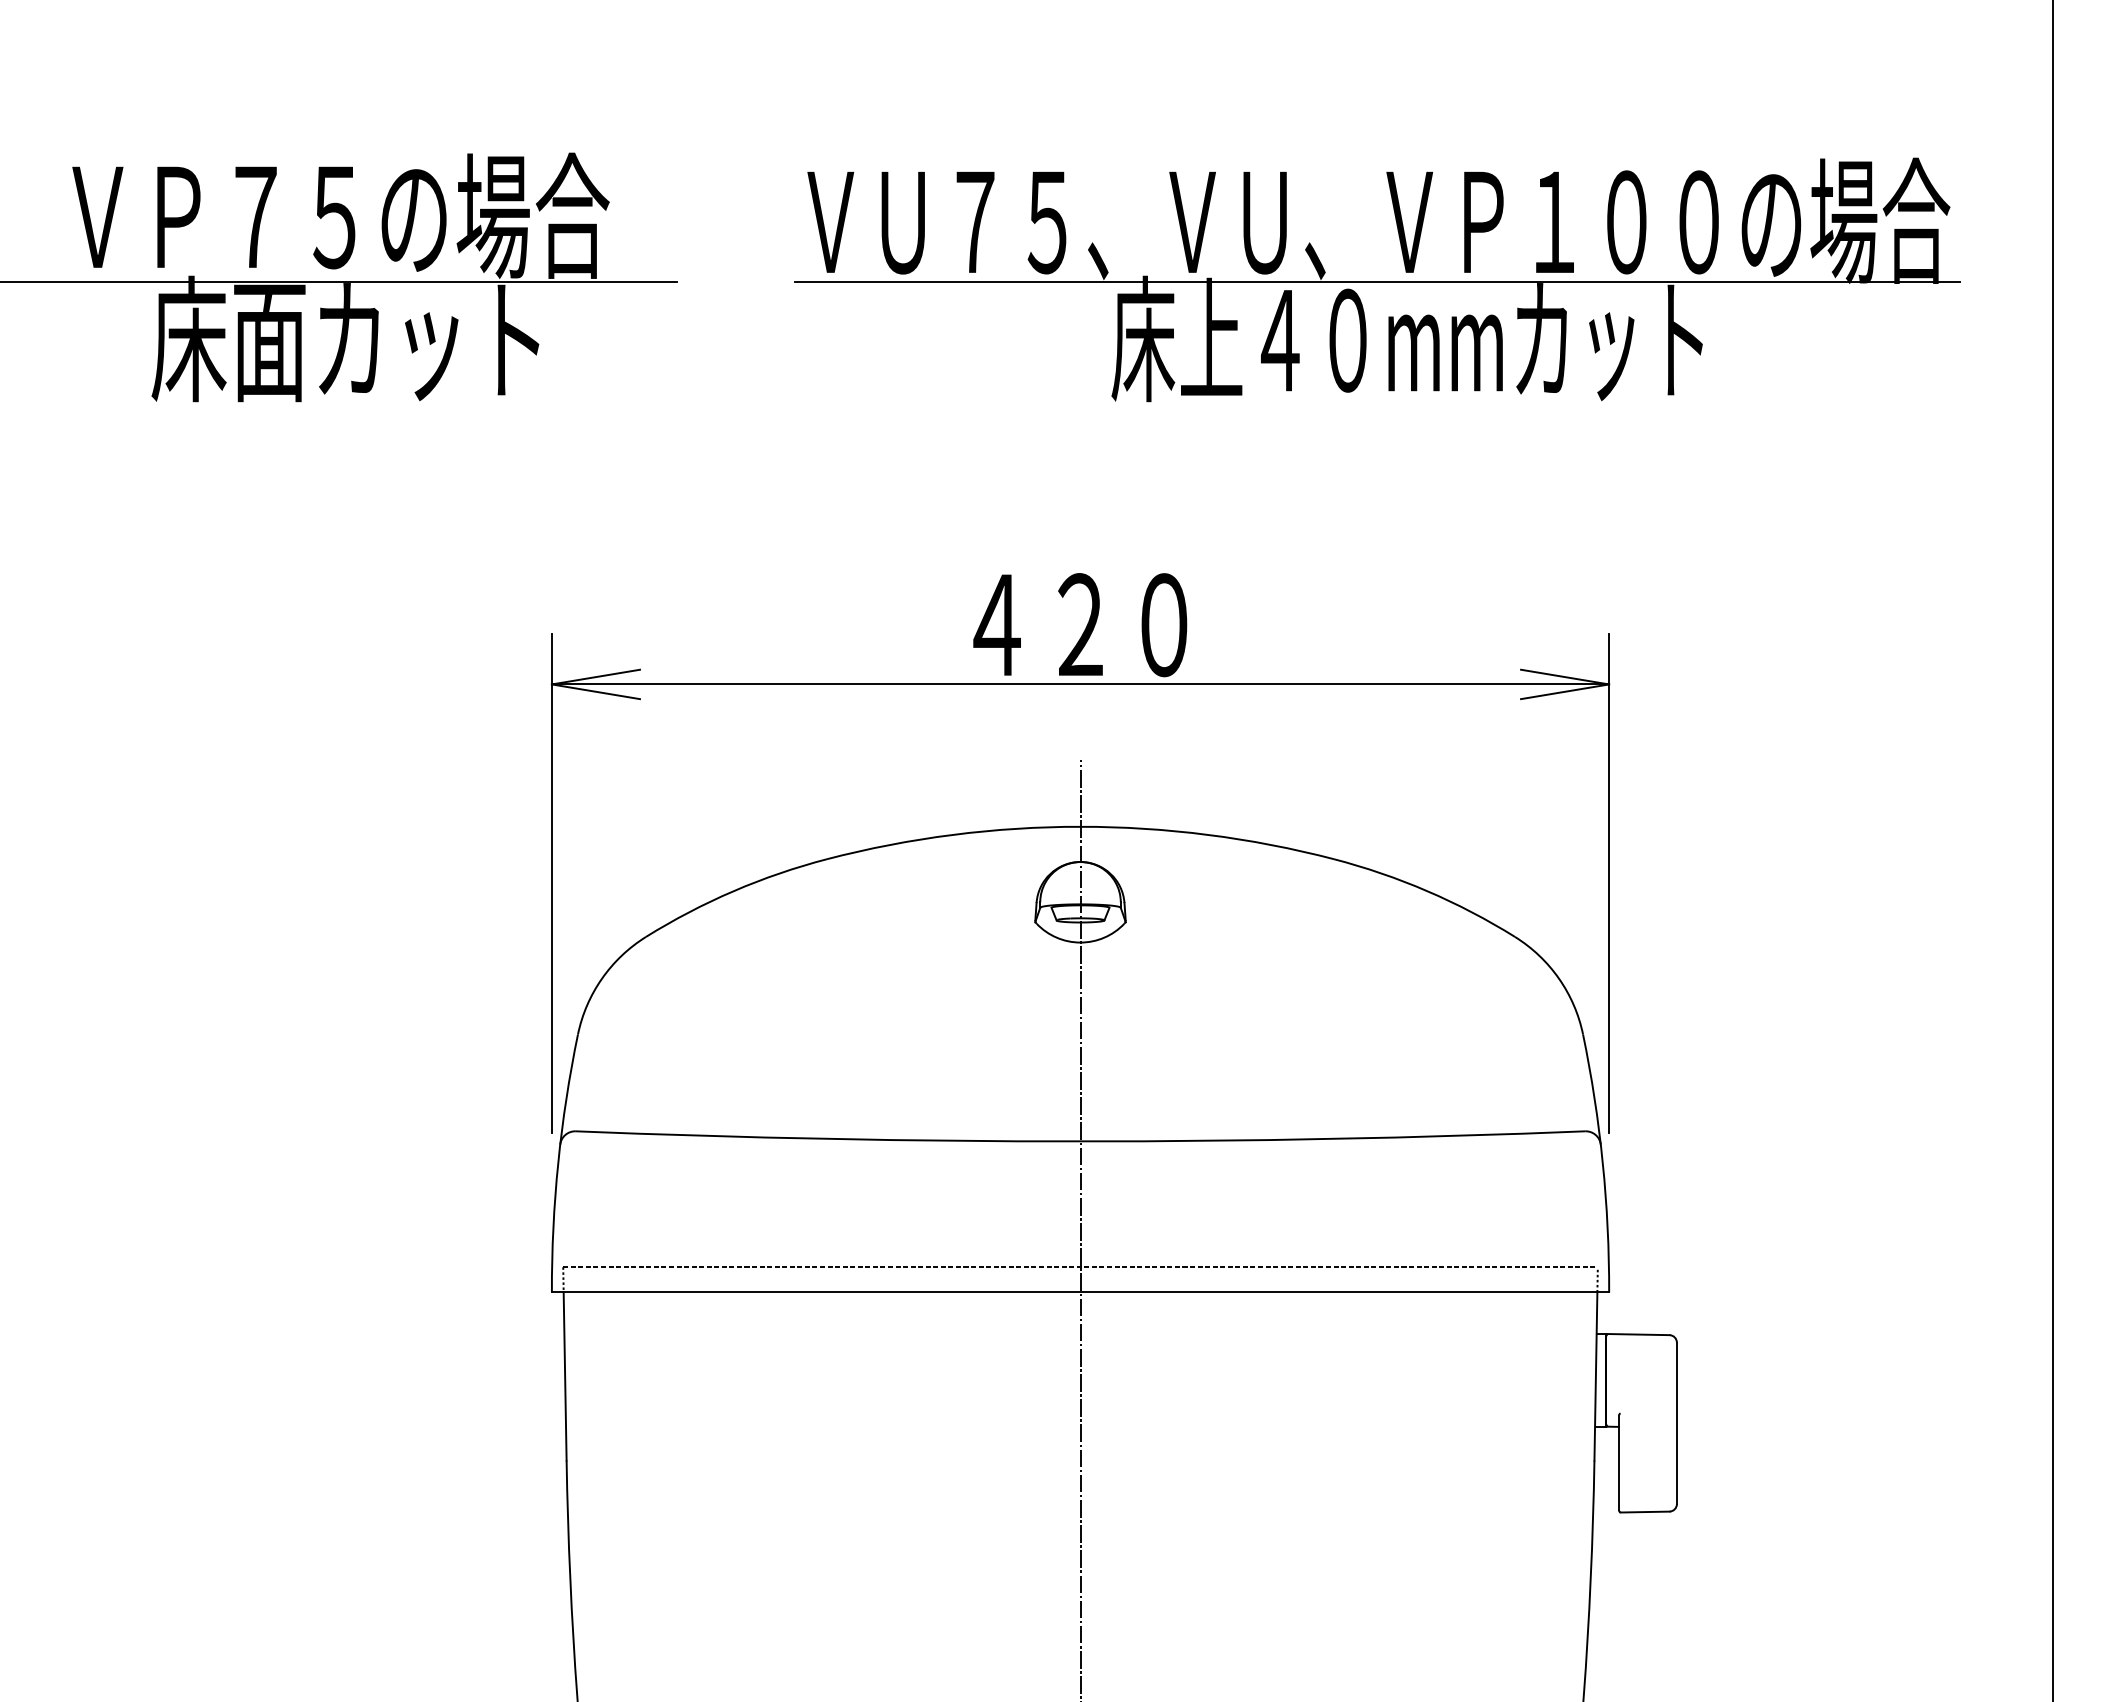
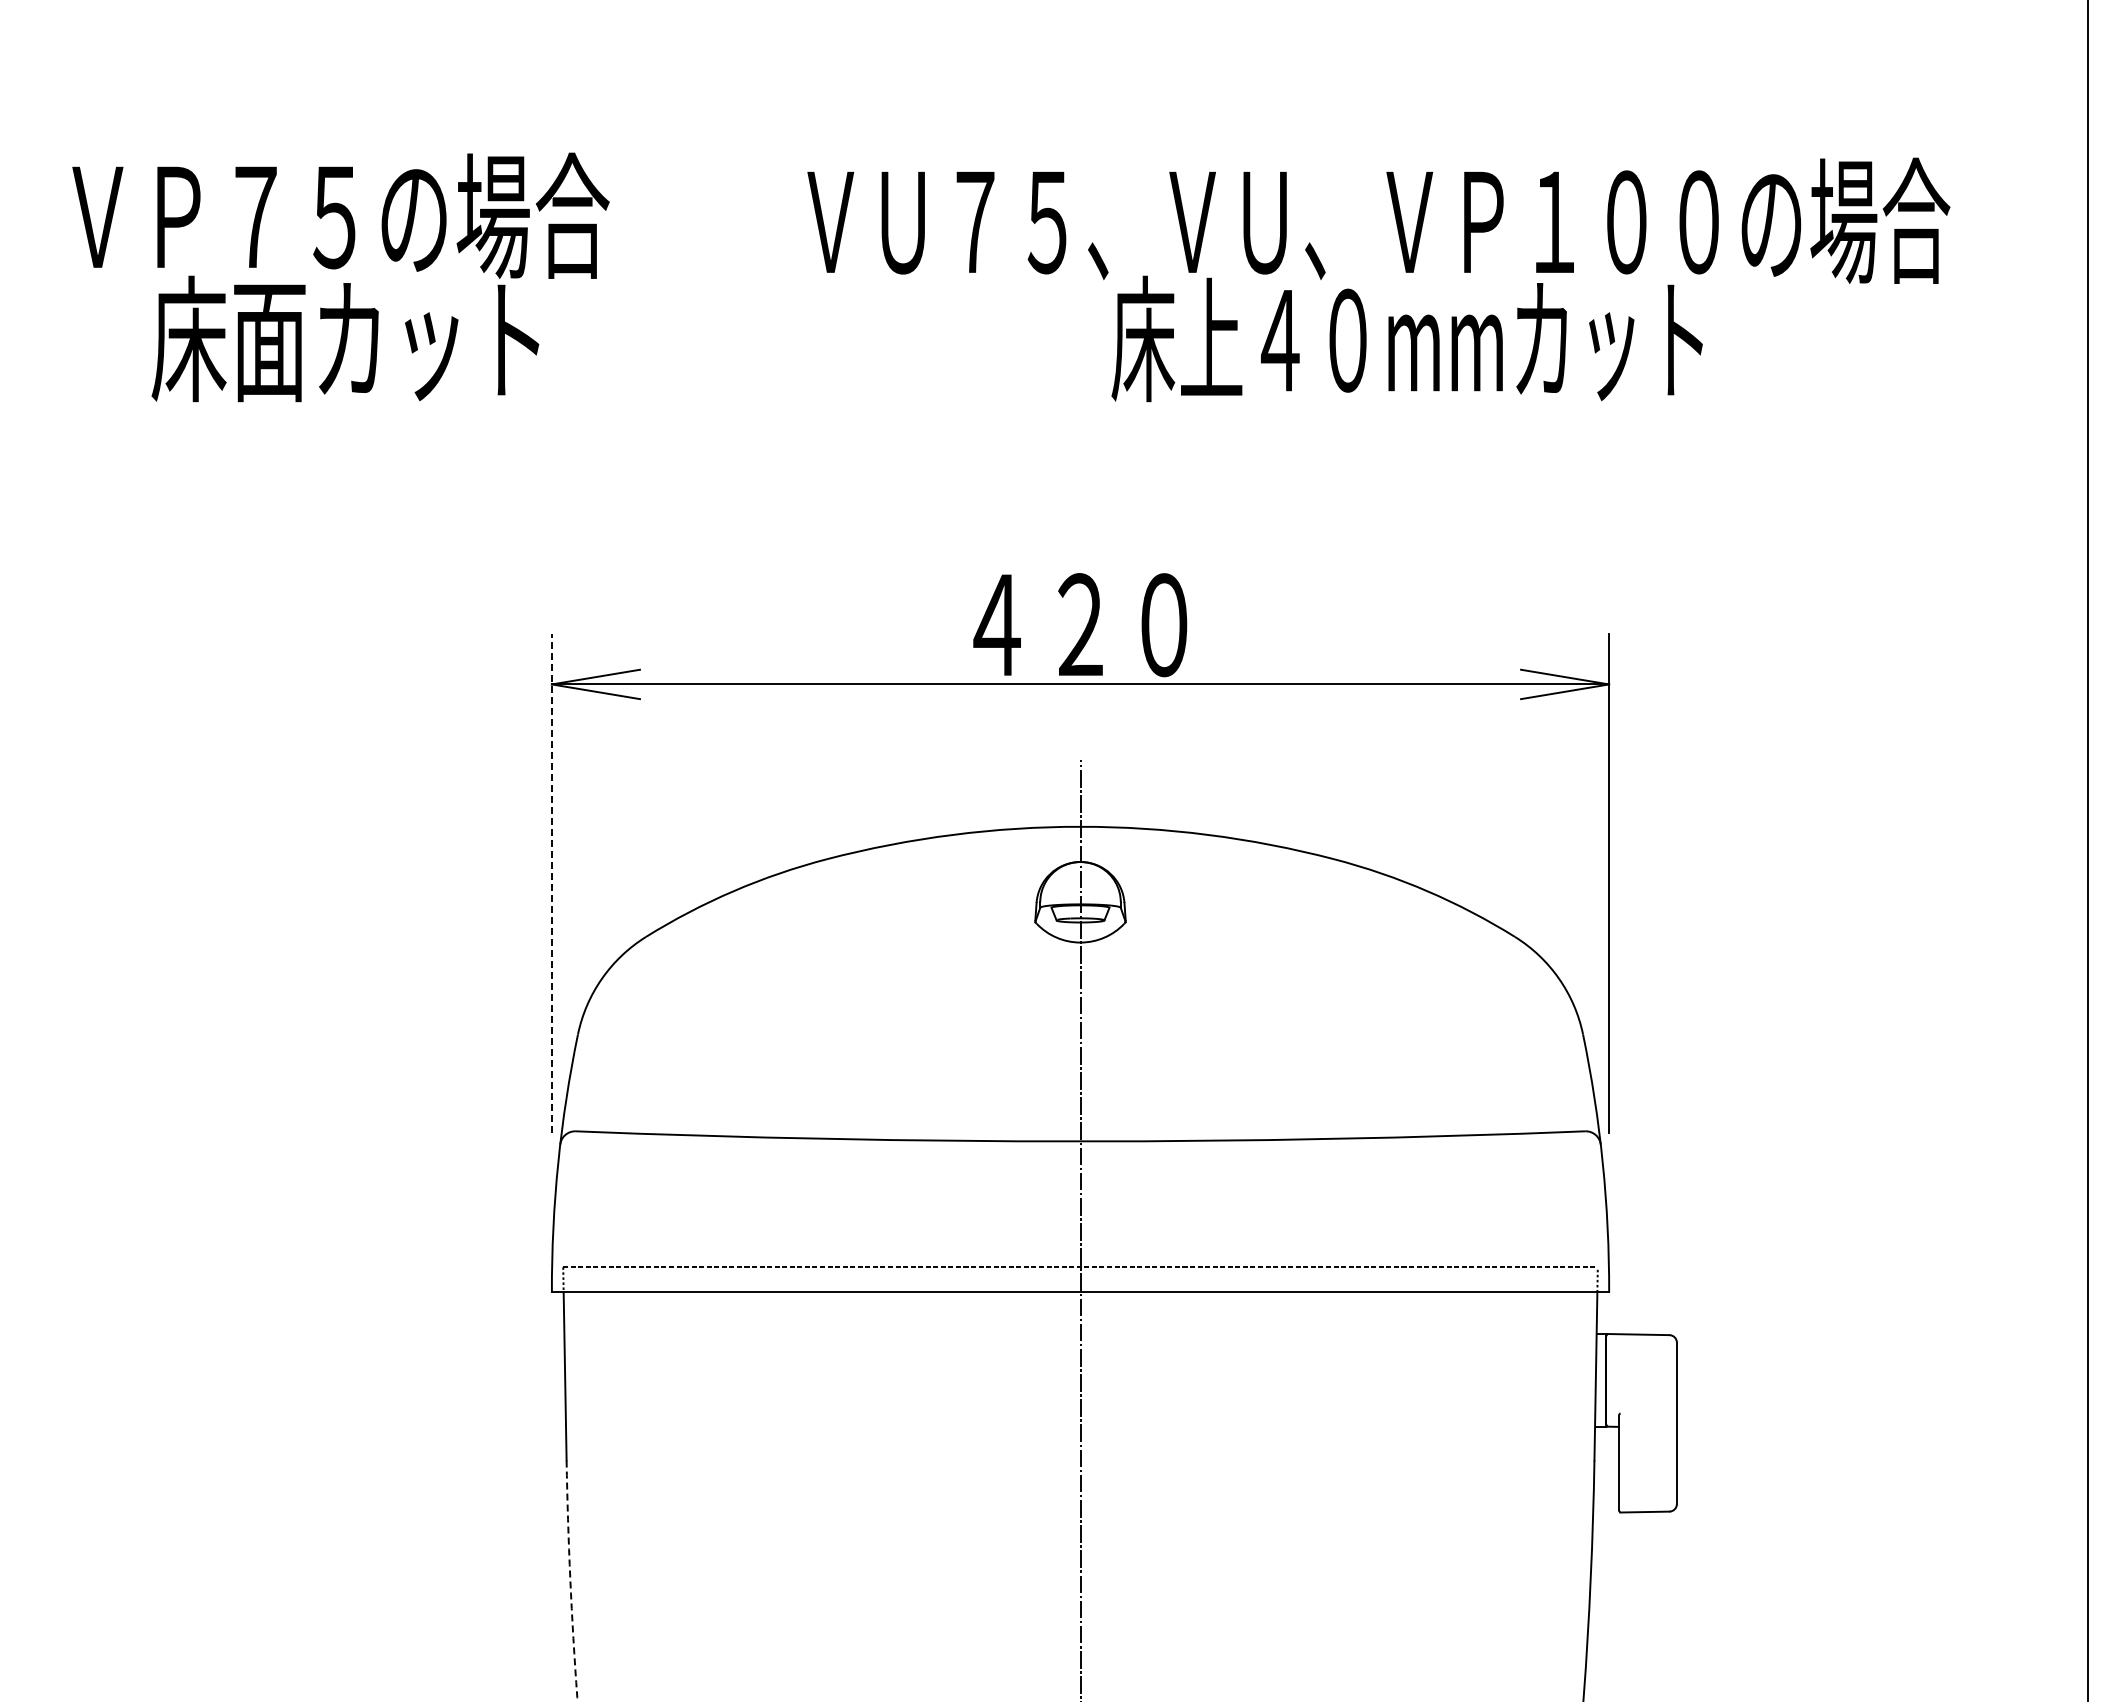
line at (339, 281): present -> none
line at (1377, 281): present -> none
line at (2053, 850) position: (2053, 850) -> (2088, 850)
line at (551, 882): solid -> dashed
arc at (570, 1581): solid -> dashed
